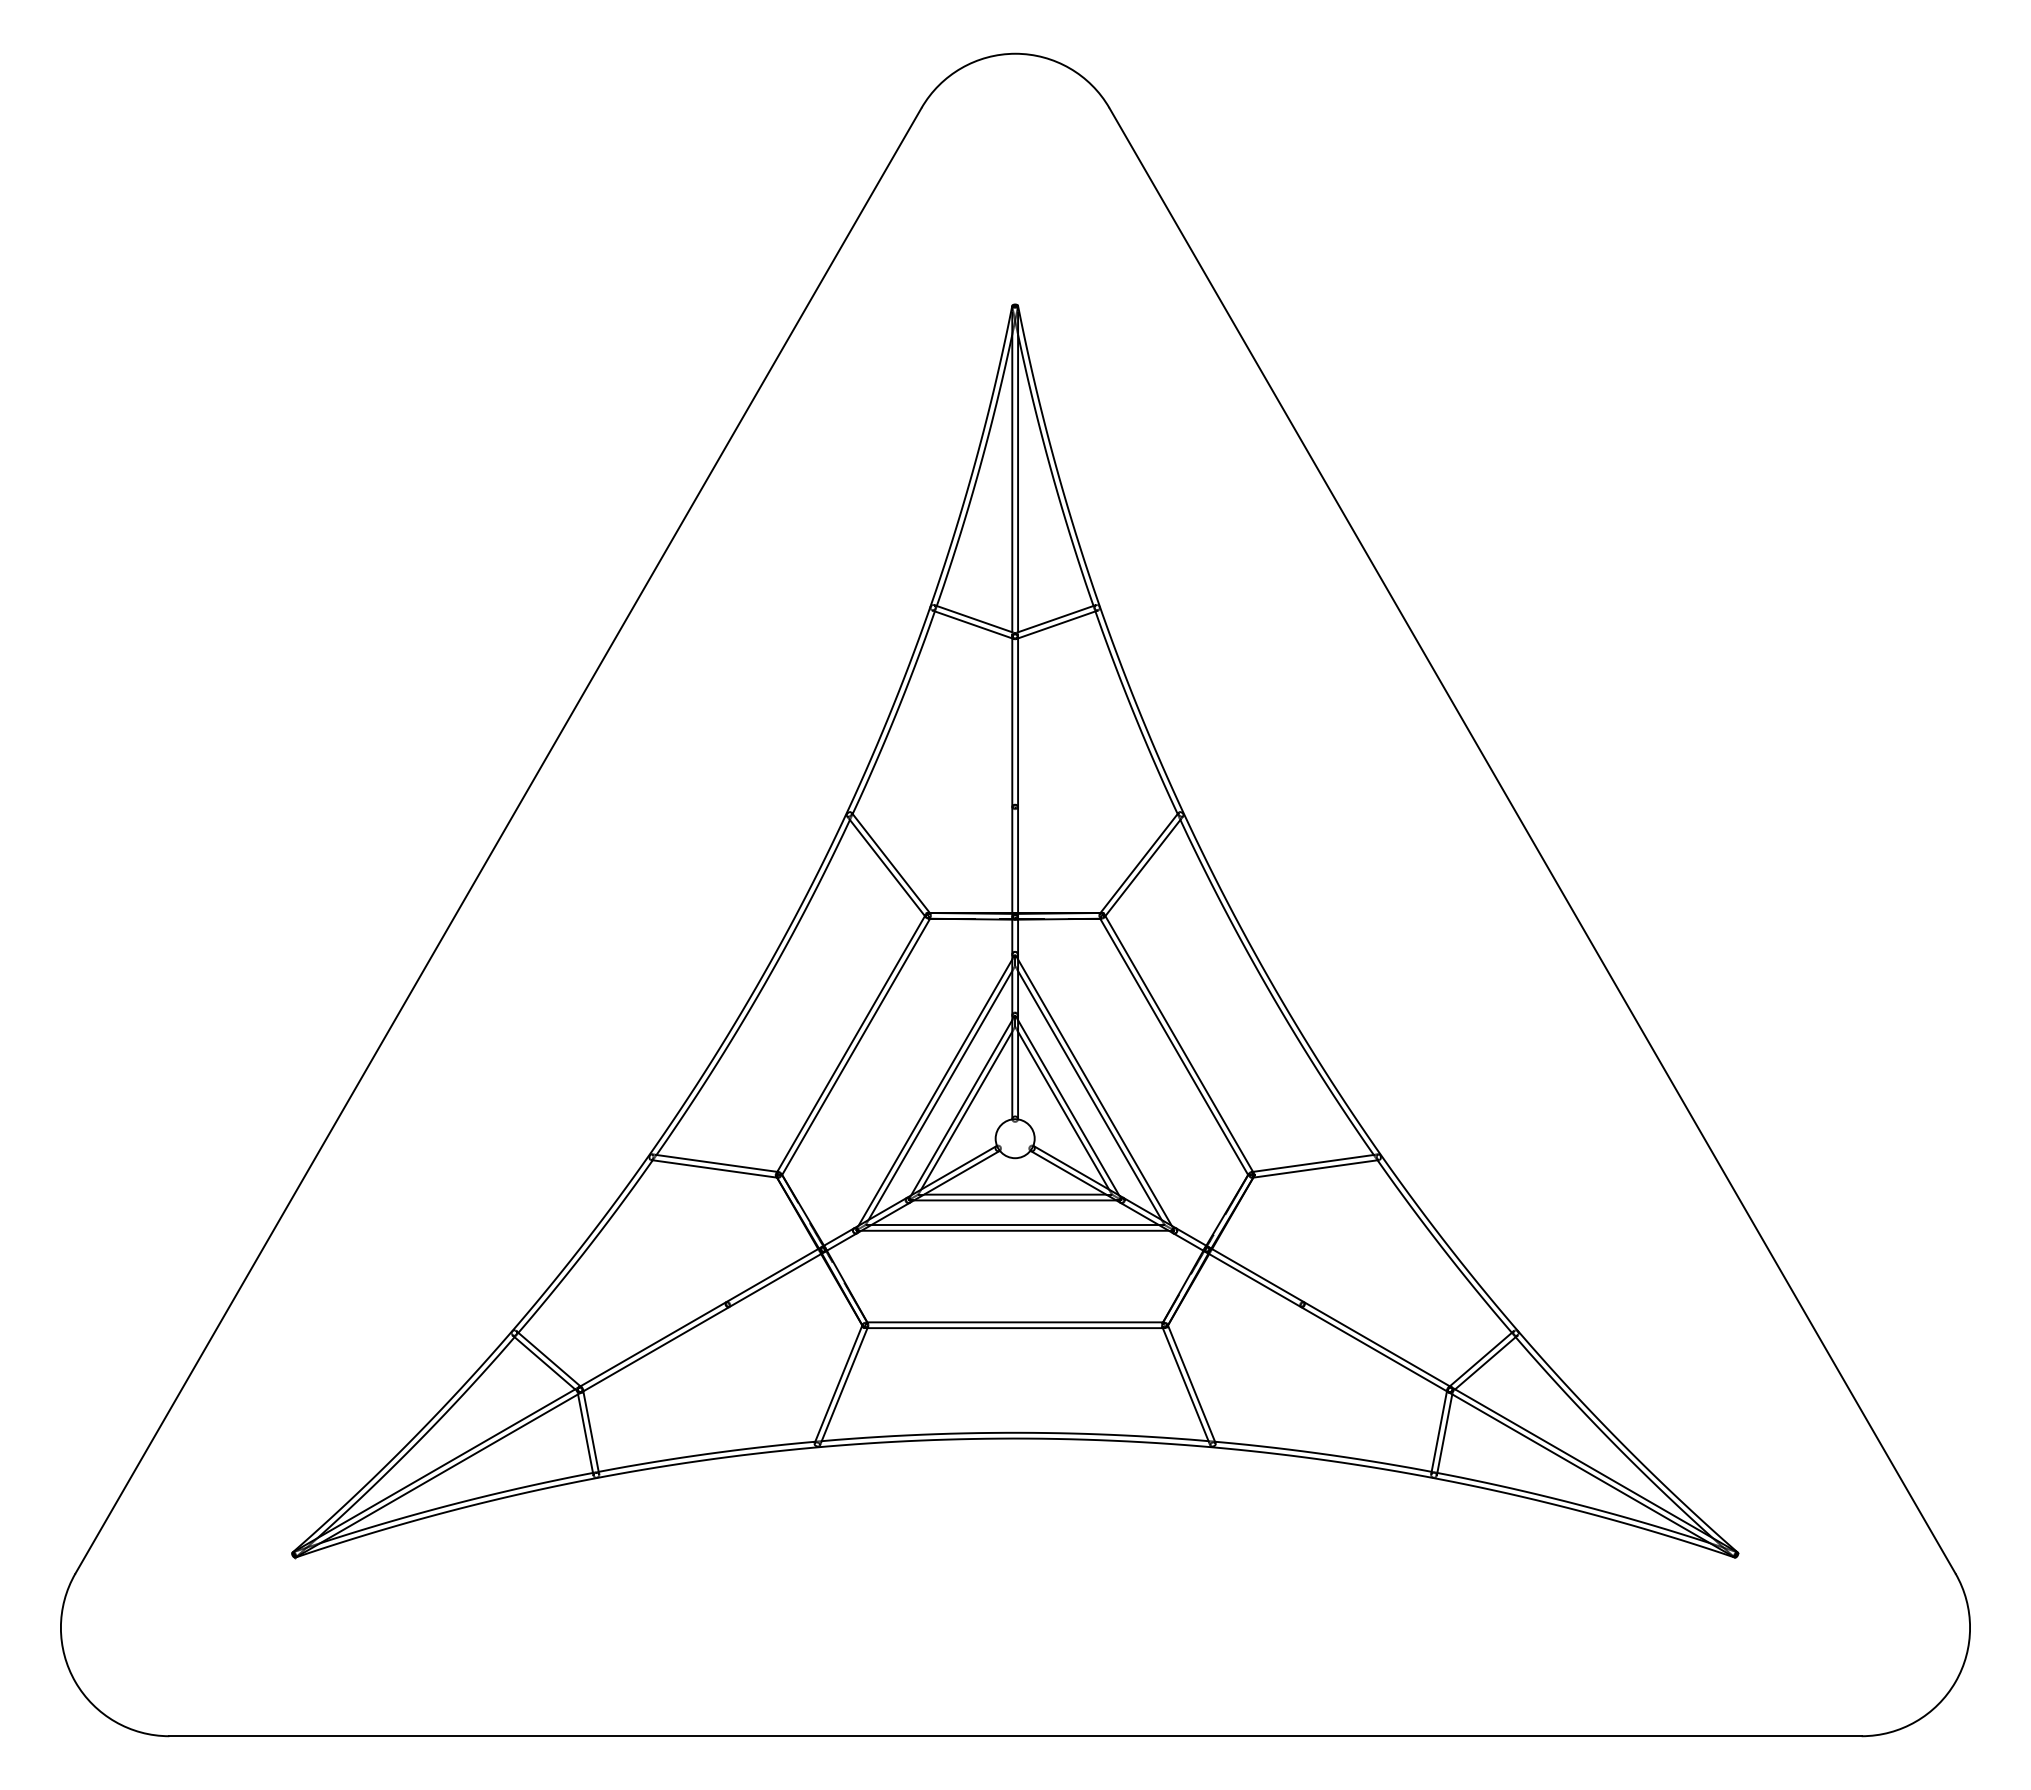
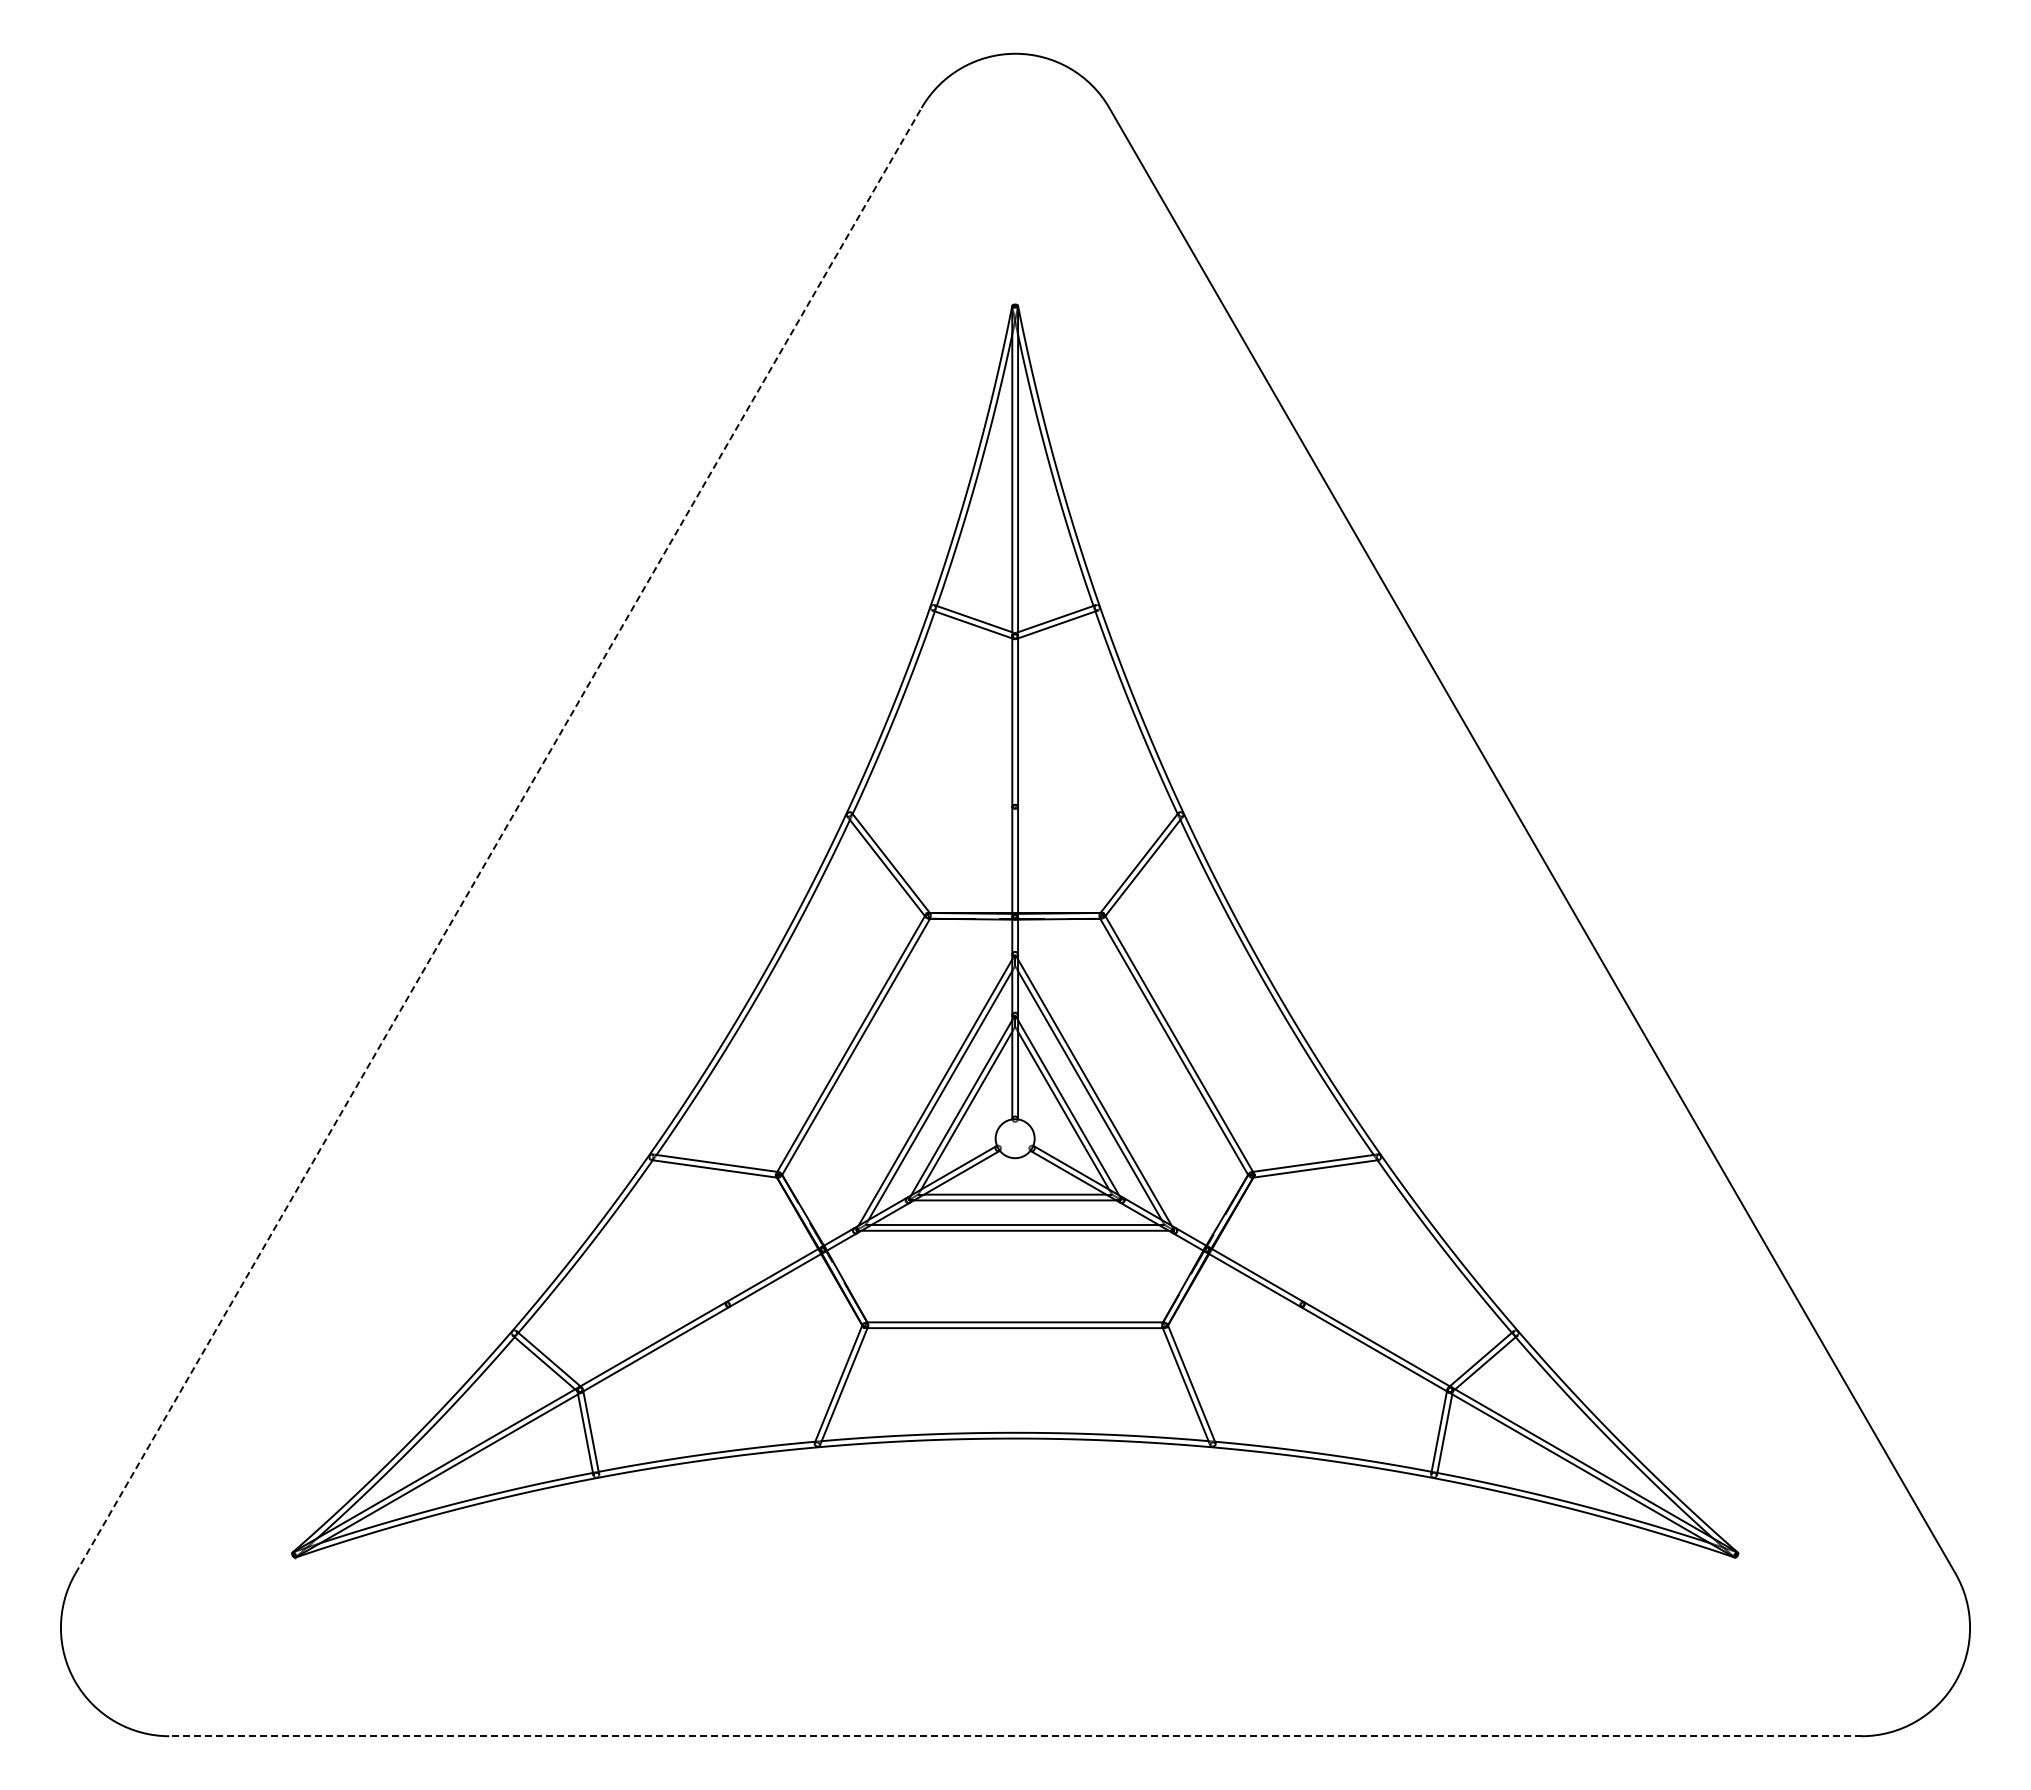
line at (498, 840): solid -> dashed
line at (1015, 1736): solid -> dashed
